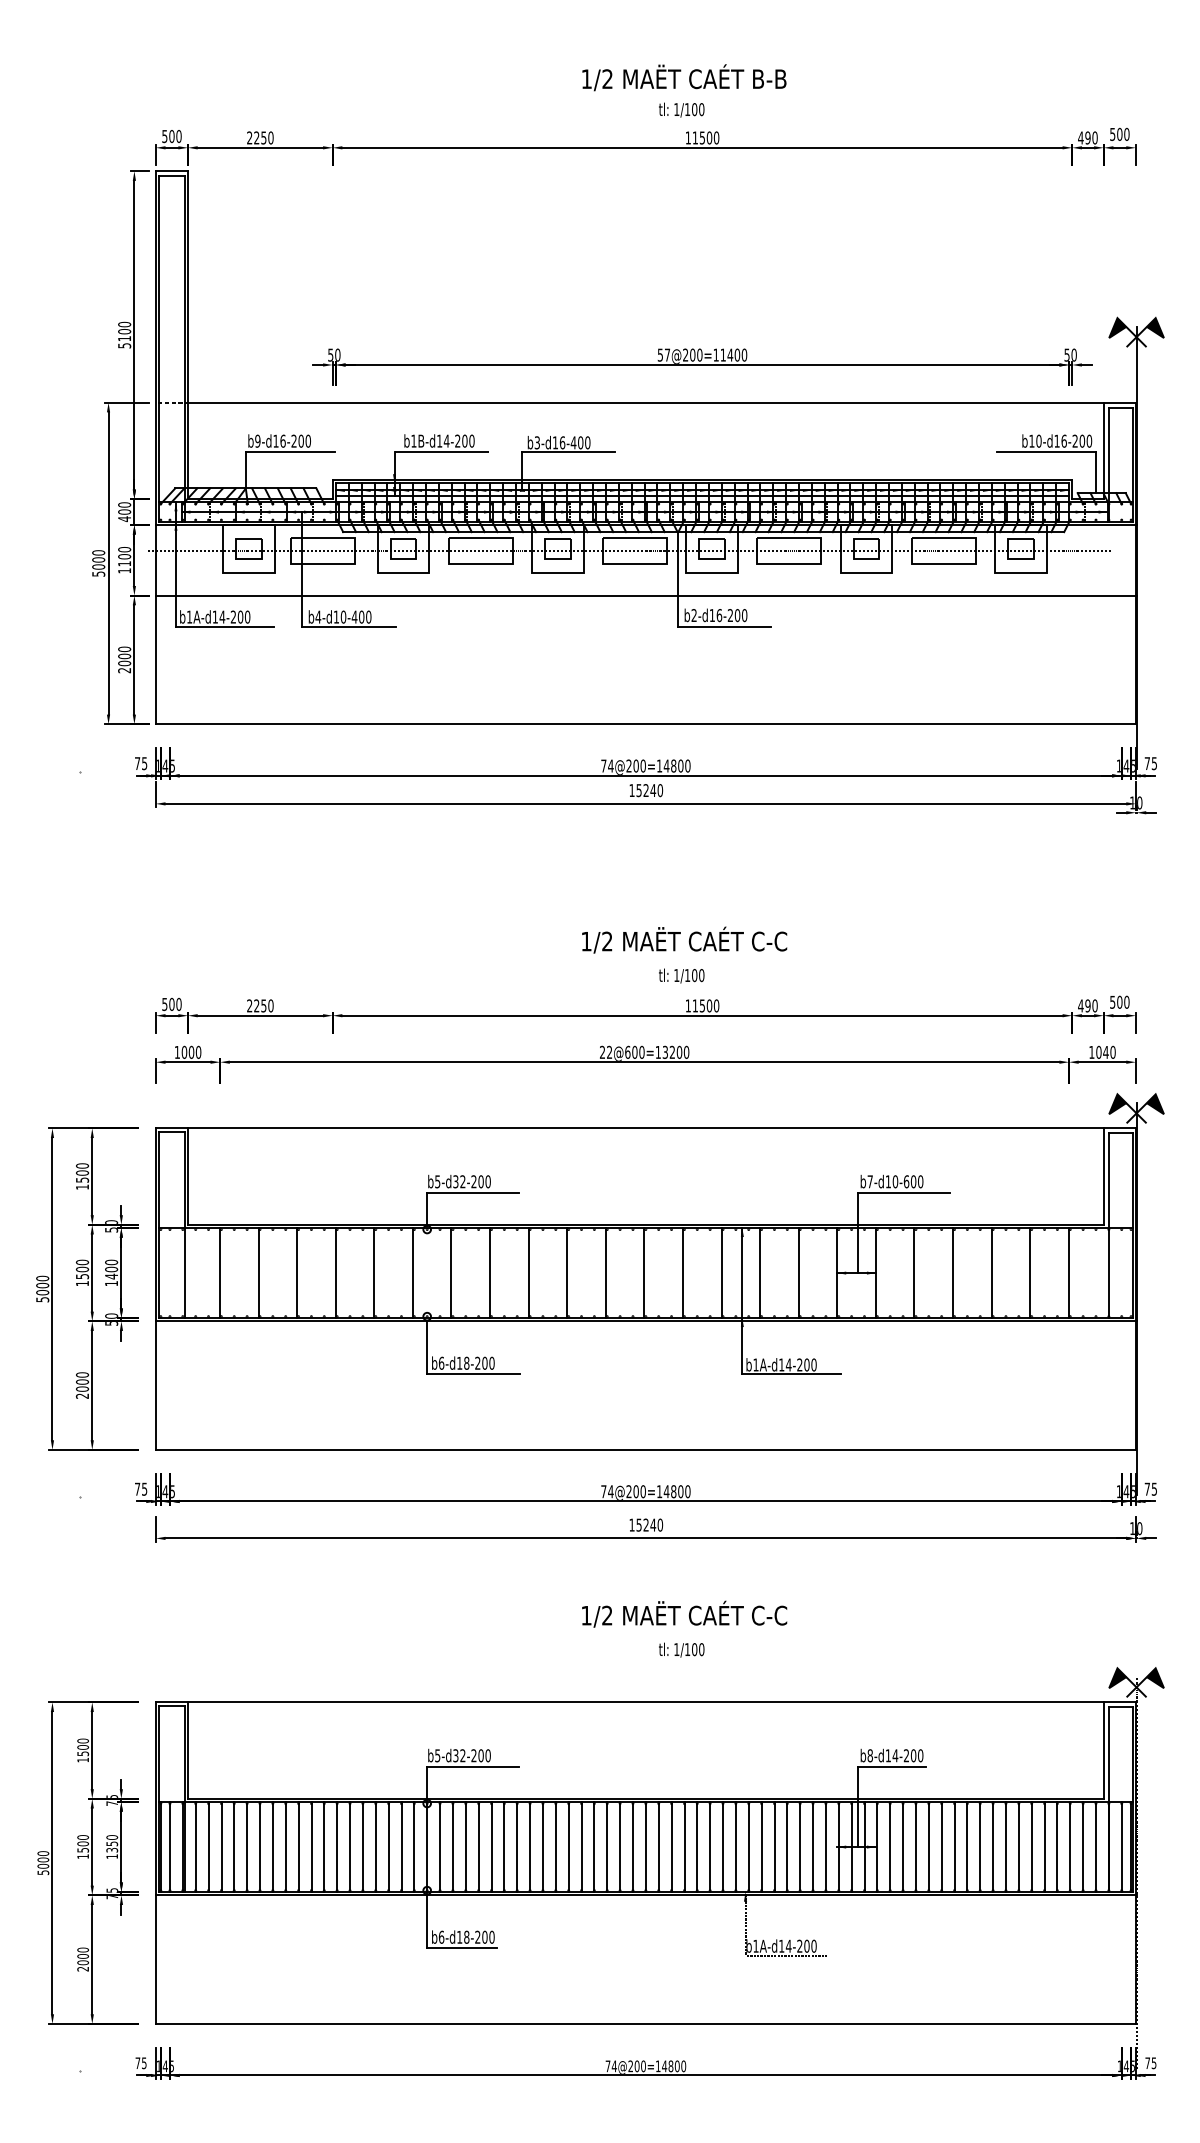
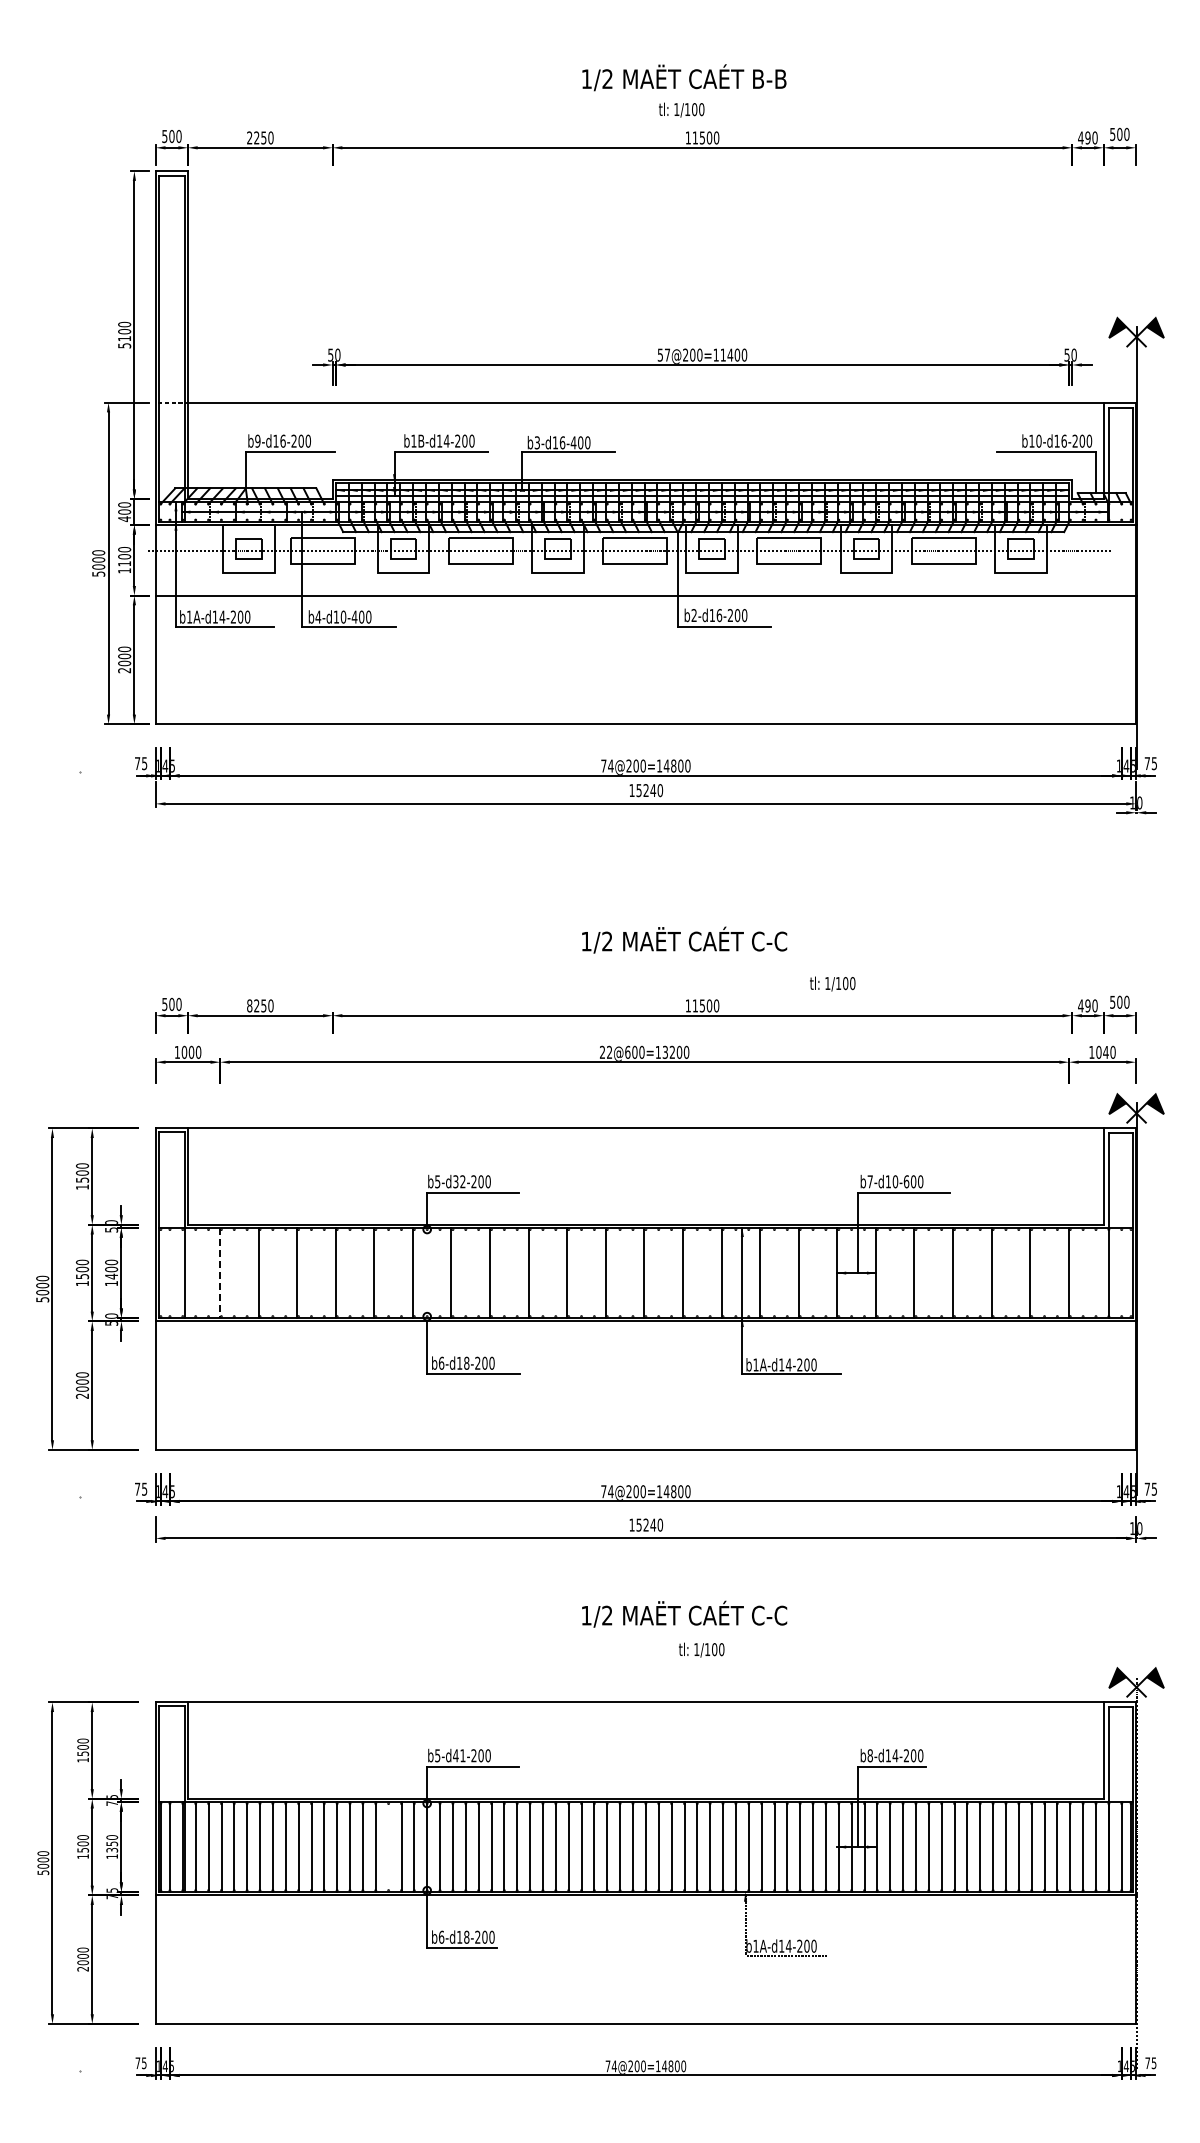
text at (681, 975) position: (681, 975) -> (832, 983)
text at (249, 1005): 2250 -> 8250
line at (219, 1273): solid -> dashed
text at (681, 1649) position: (681, 1649) -> (701, 1649)
text at (459, 1755): b5-d32-200 -> b5-d41-200
line at (388, 1847): present -> none
